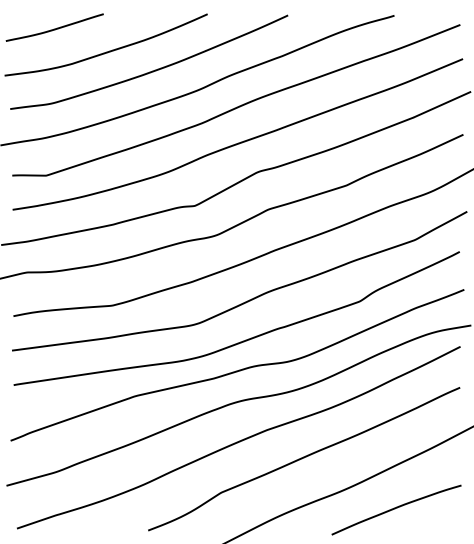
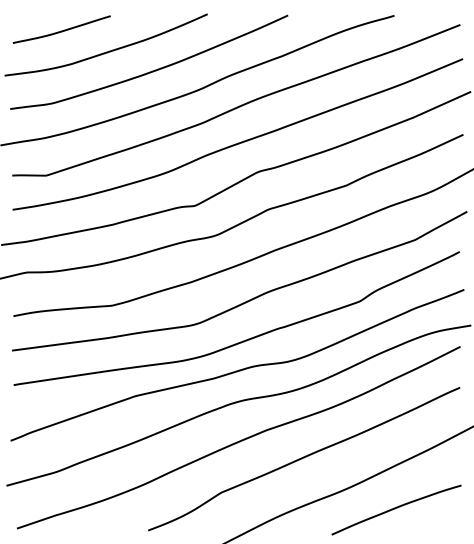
curve at (54, 28) position: (54, 28) -> (61, 30)
